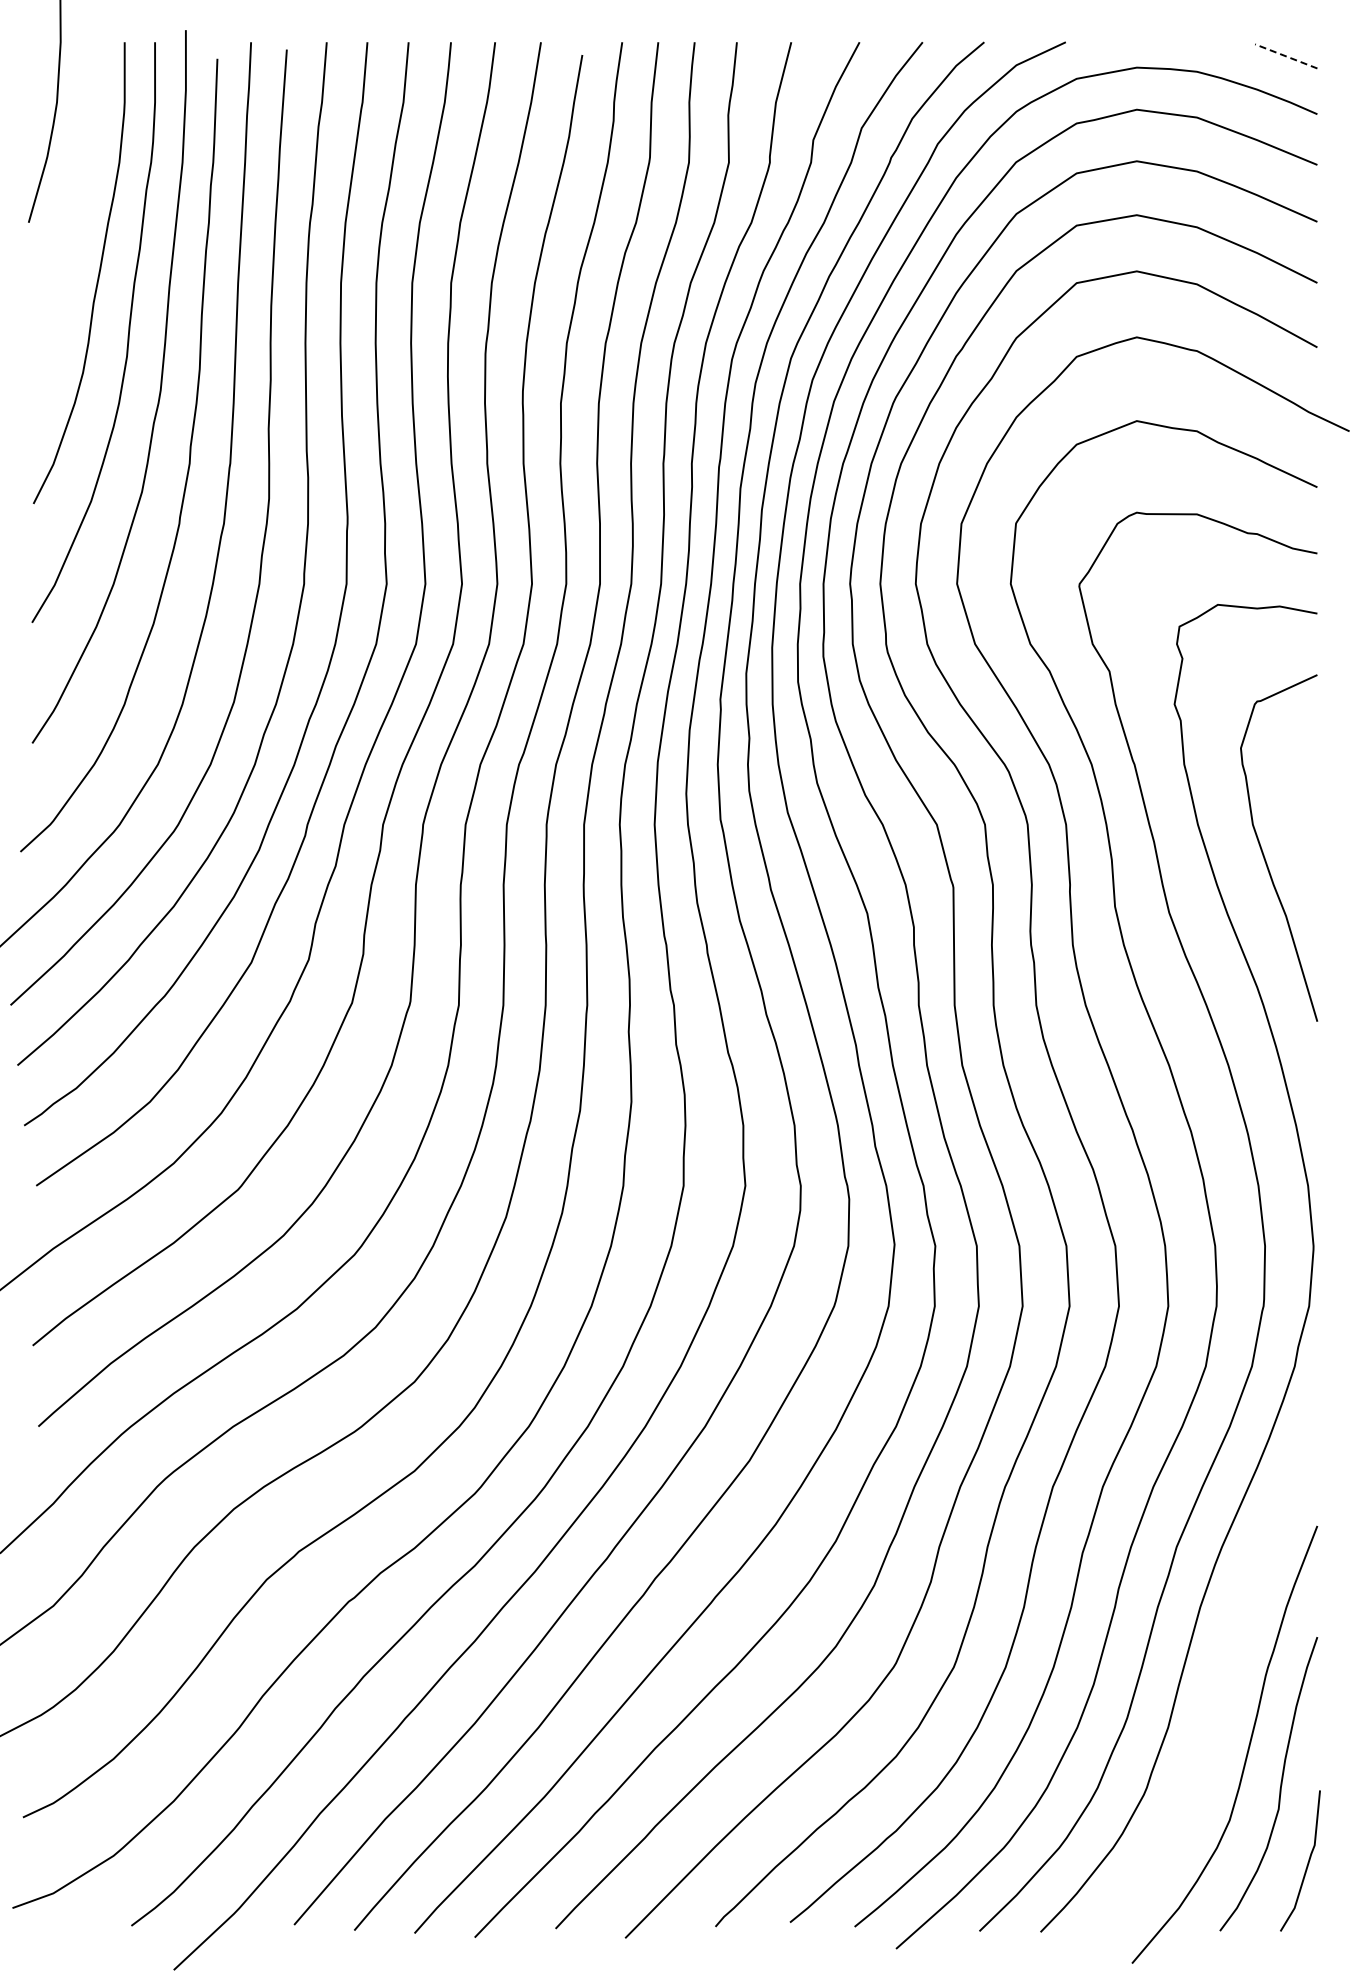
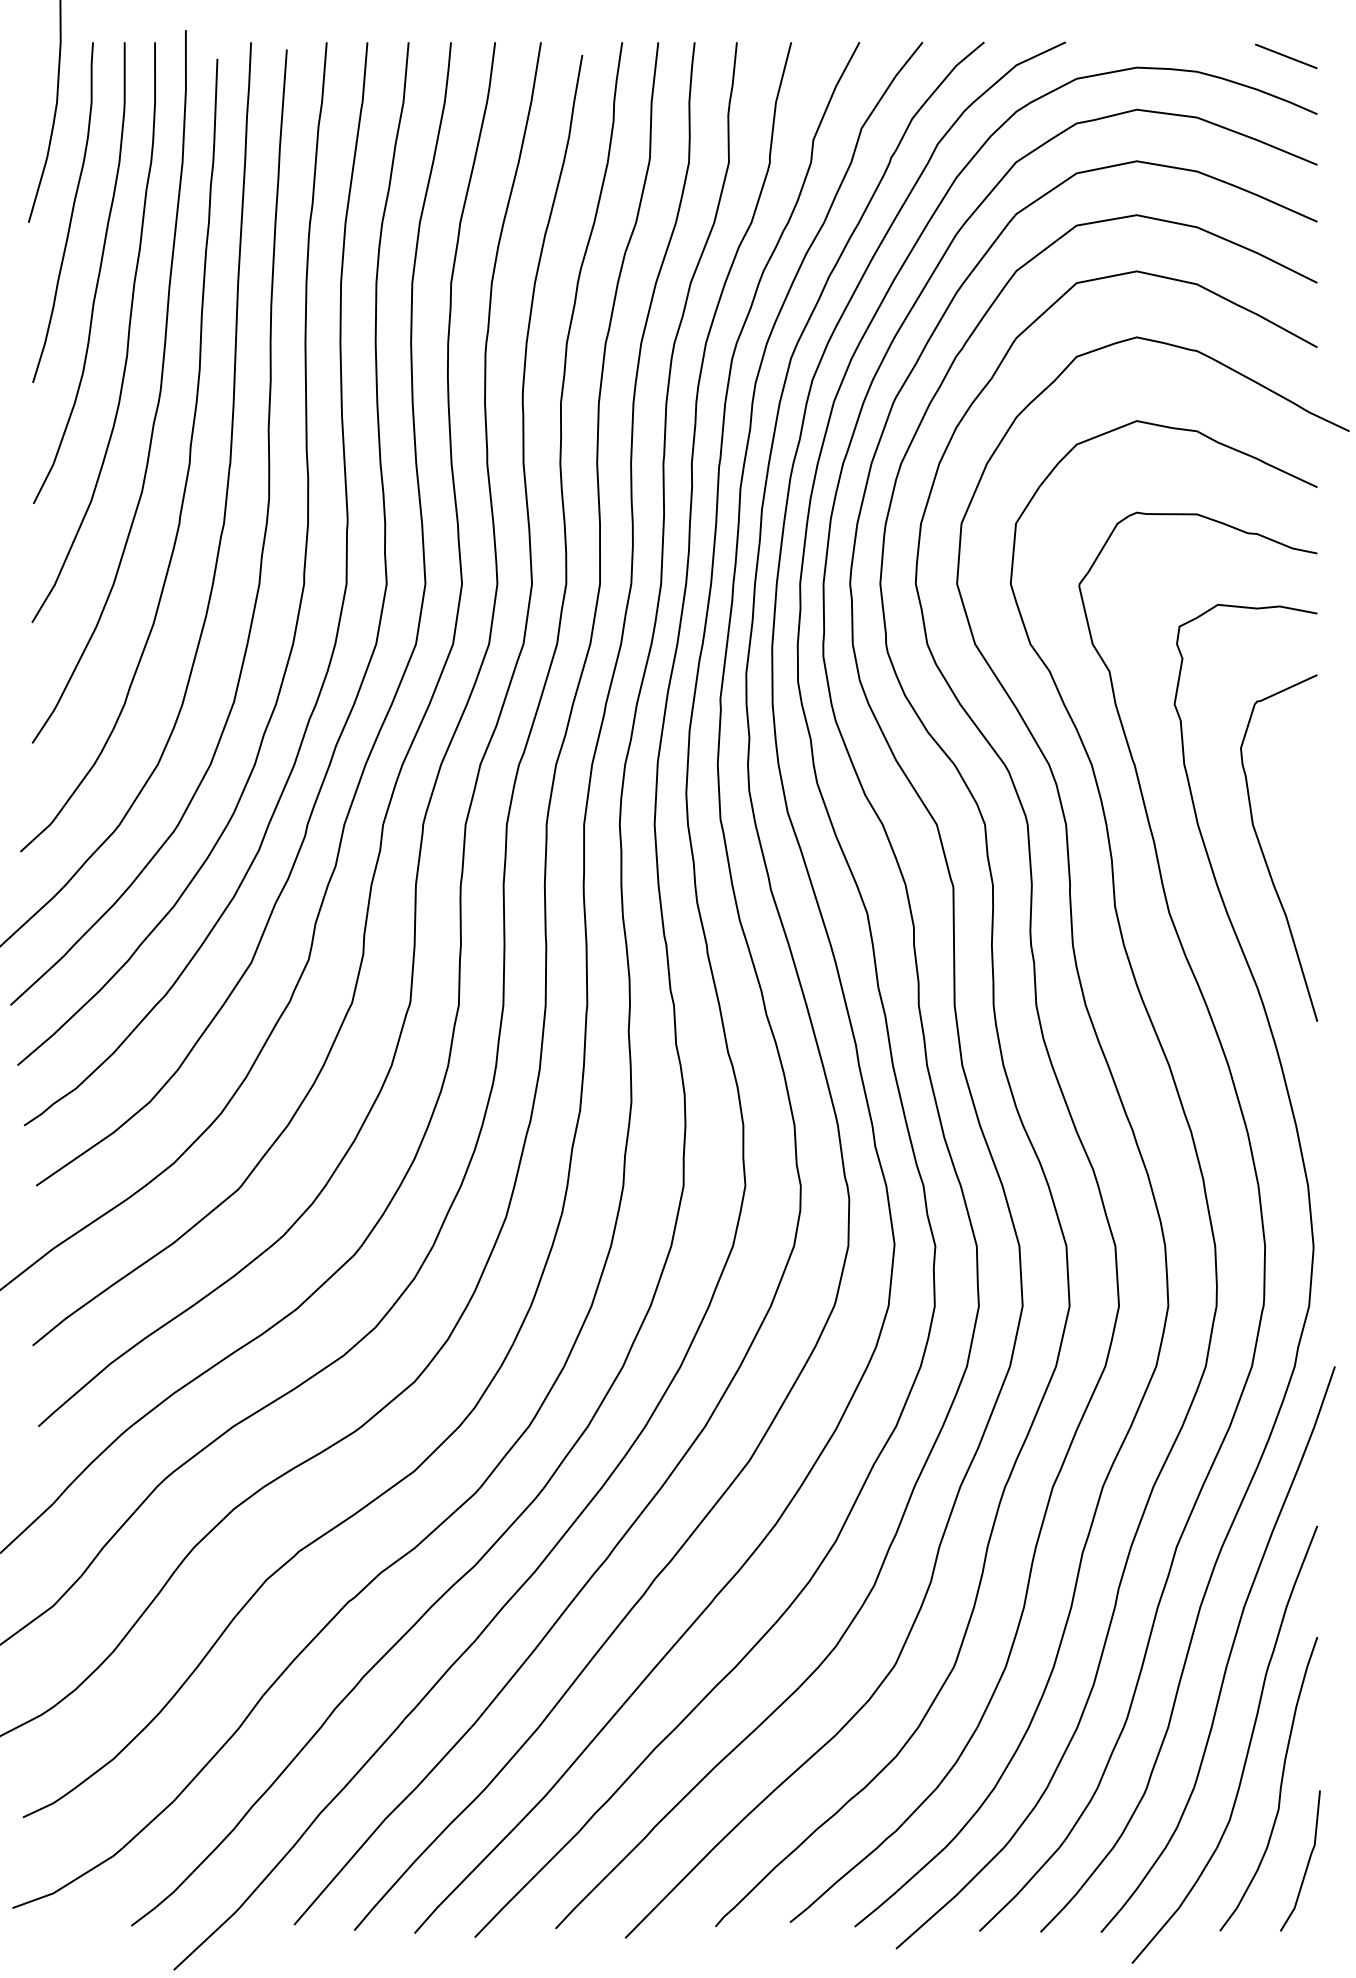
line at (1285, 56): dashed -> solid
curve at (70, 215): none -> present
curve at (1229, 1652): none -> present
